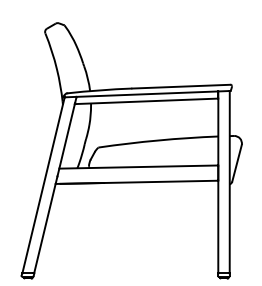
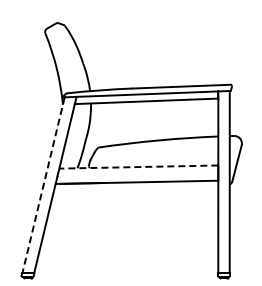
line at (138, 167): solid -> dashed
line at (43, 185): solid -> dashed
